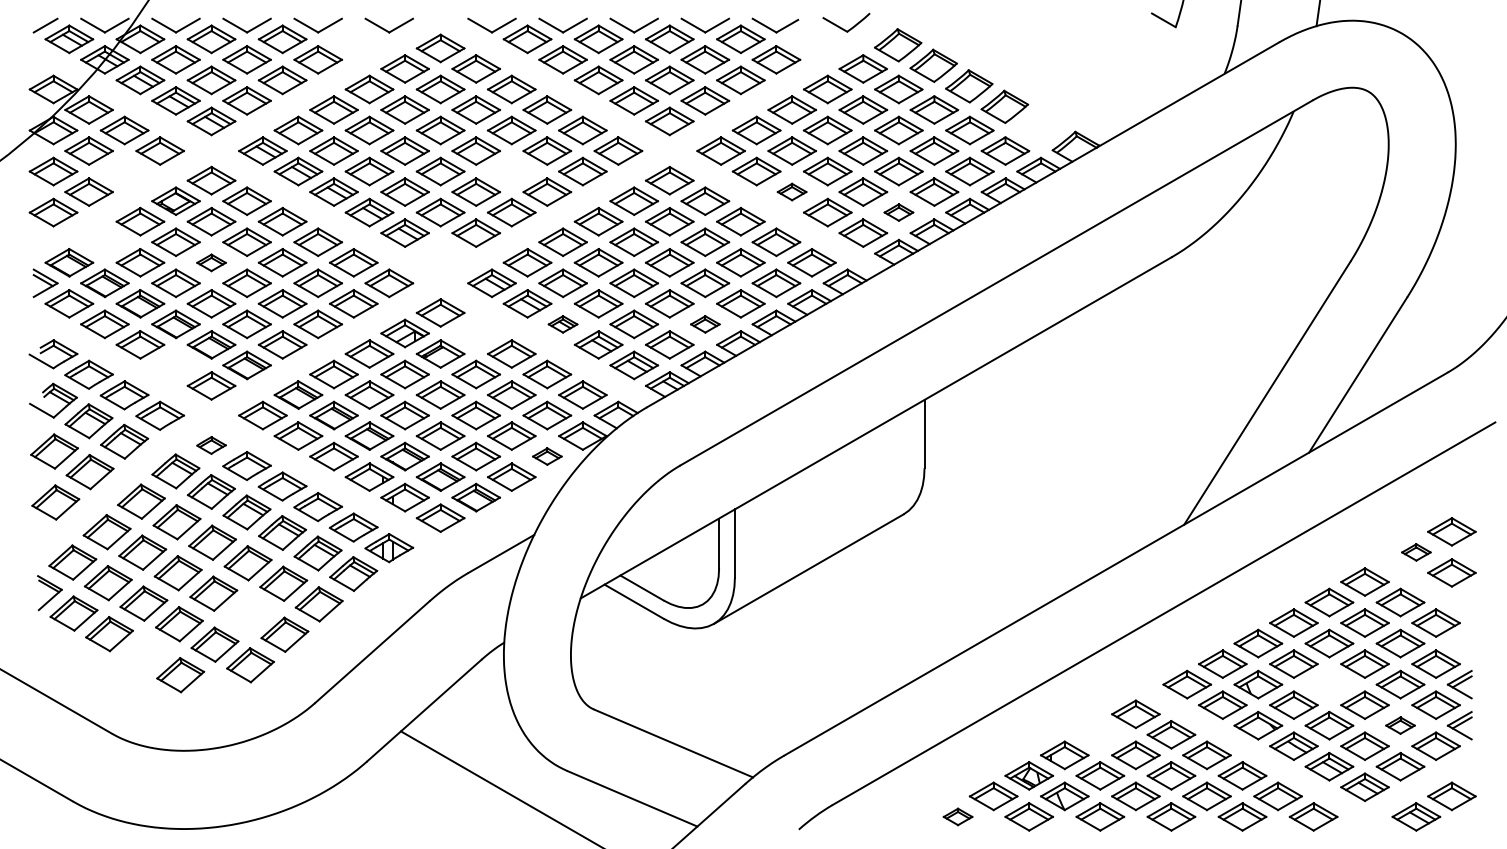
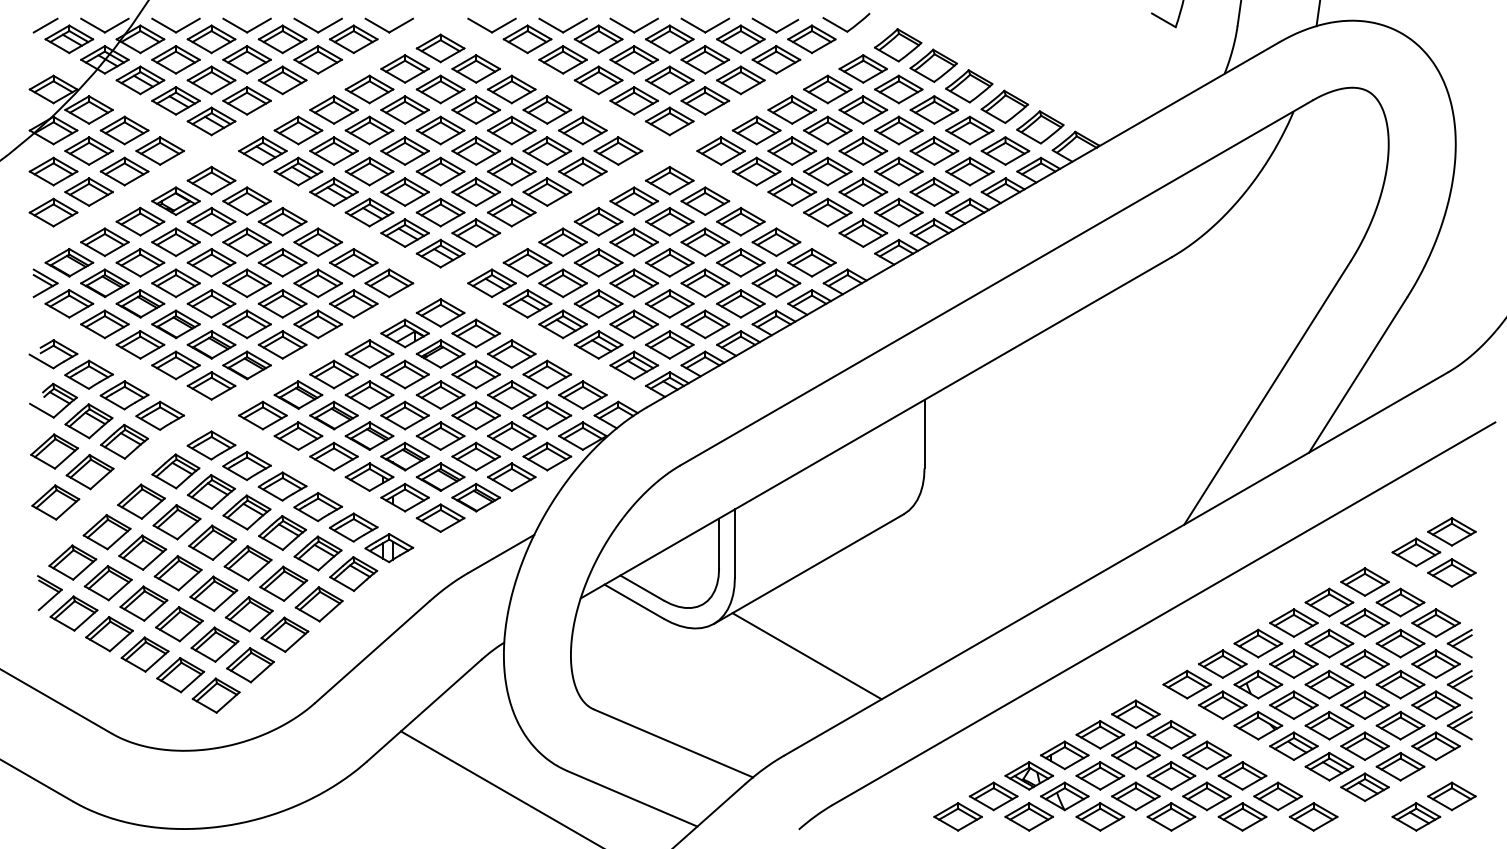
part at (811, 38): none -> present
part at (353, 39): none -> present
part at (1040, 127): none -> present
part at (124, 171): none -> present
part at (511, 171): none -> present
part at (791, 191) size: 32x20 px -> 50x30 px
part at (898, 212) size: 32x19 px -> 50x31 px
part at (104, 241): none -> present
part at (440, 253): none -> present
part at (211, 262) size: 31x20 px -> 51x30 px
part at (562, 324) size: 32x19 px -> 50x31 px
part at (705, 324) size: 31x19 px -> 51x31 px
part at (476, 333): none -> present
part at (175, 365): none -> present
part at (211, 445) size: 31x19 px -> 51x31 px
part at (547, 456) size: 31x19 px -> 51x31 px
part at (1416, 552) size: 31x19 px -> 51x31 px
part at (248, 614): none -> present
part at (1459, 643): none -> present
part at (144, 654): none -> present
line at (806, 656): none -> present
part at (1329, 684): none -> present
part at (215, 695): none -> present
part at (1400, 725) size: 31x19 px -> 51x31 px
part at (1100, 734): none -> present
part at (957, 816) size: 32x20 px -> 50x30 px
